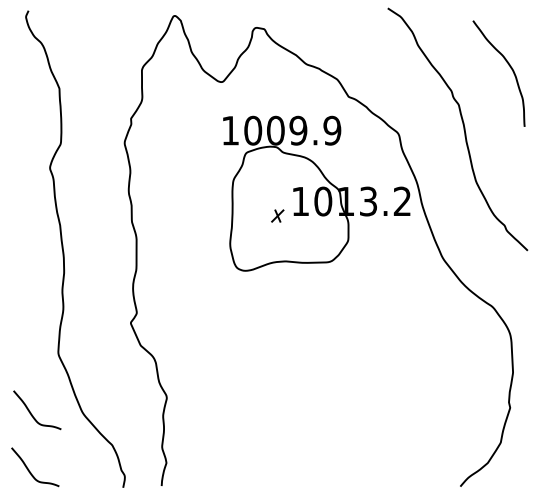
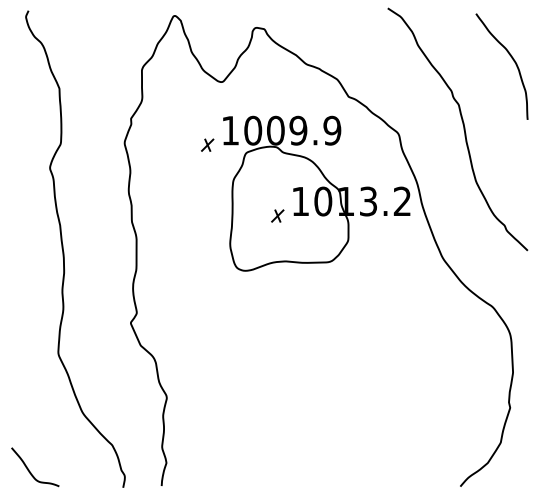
curve at (508, 65) position: (508, 65) -> (511, 58)
part at (207, 144): none -> present
curve at (31, 412): present -> none
